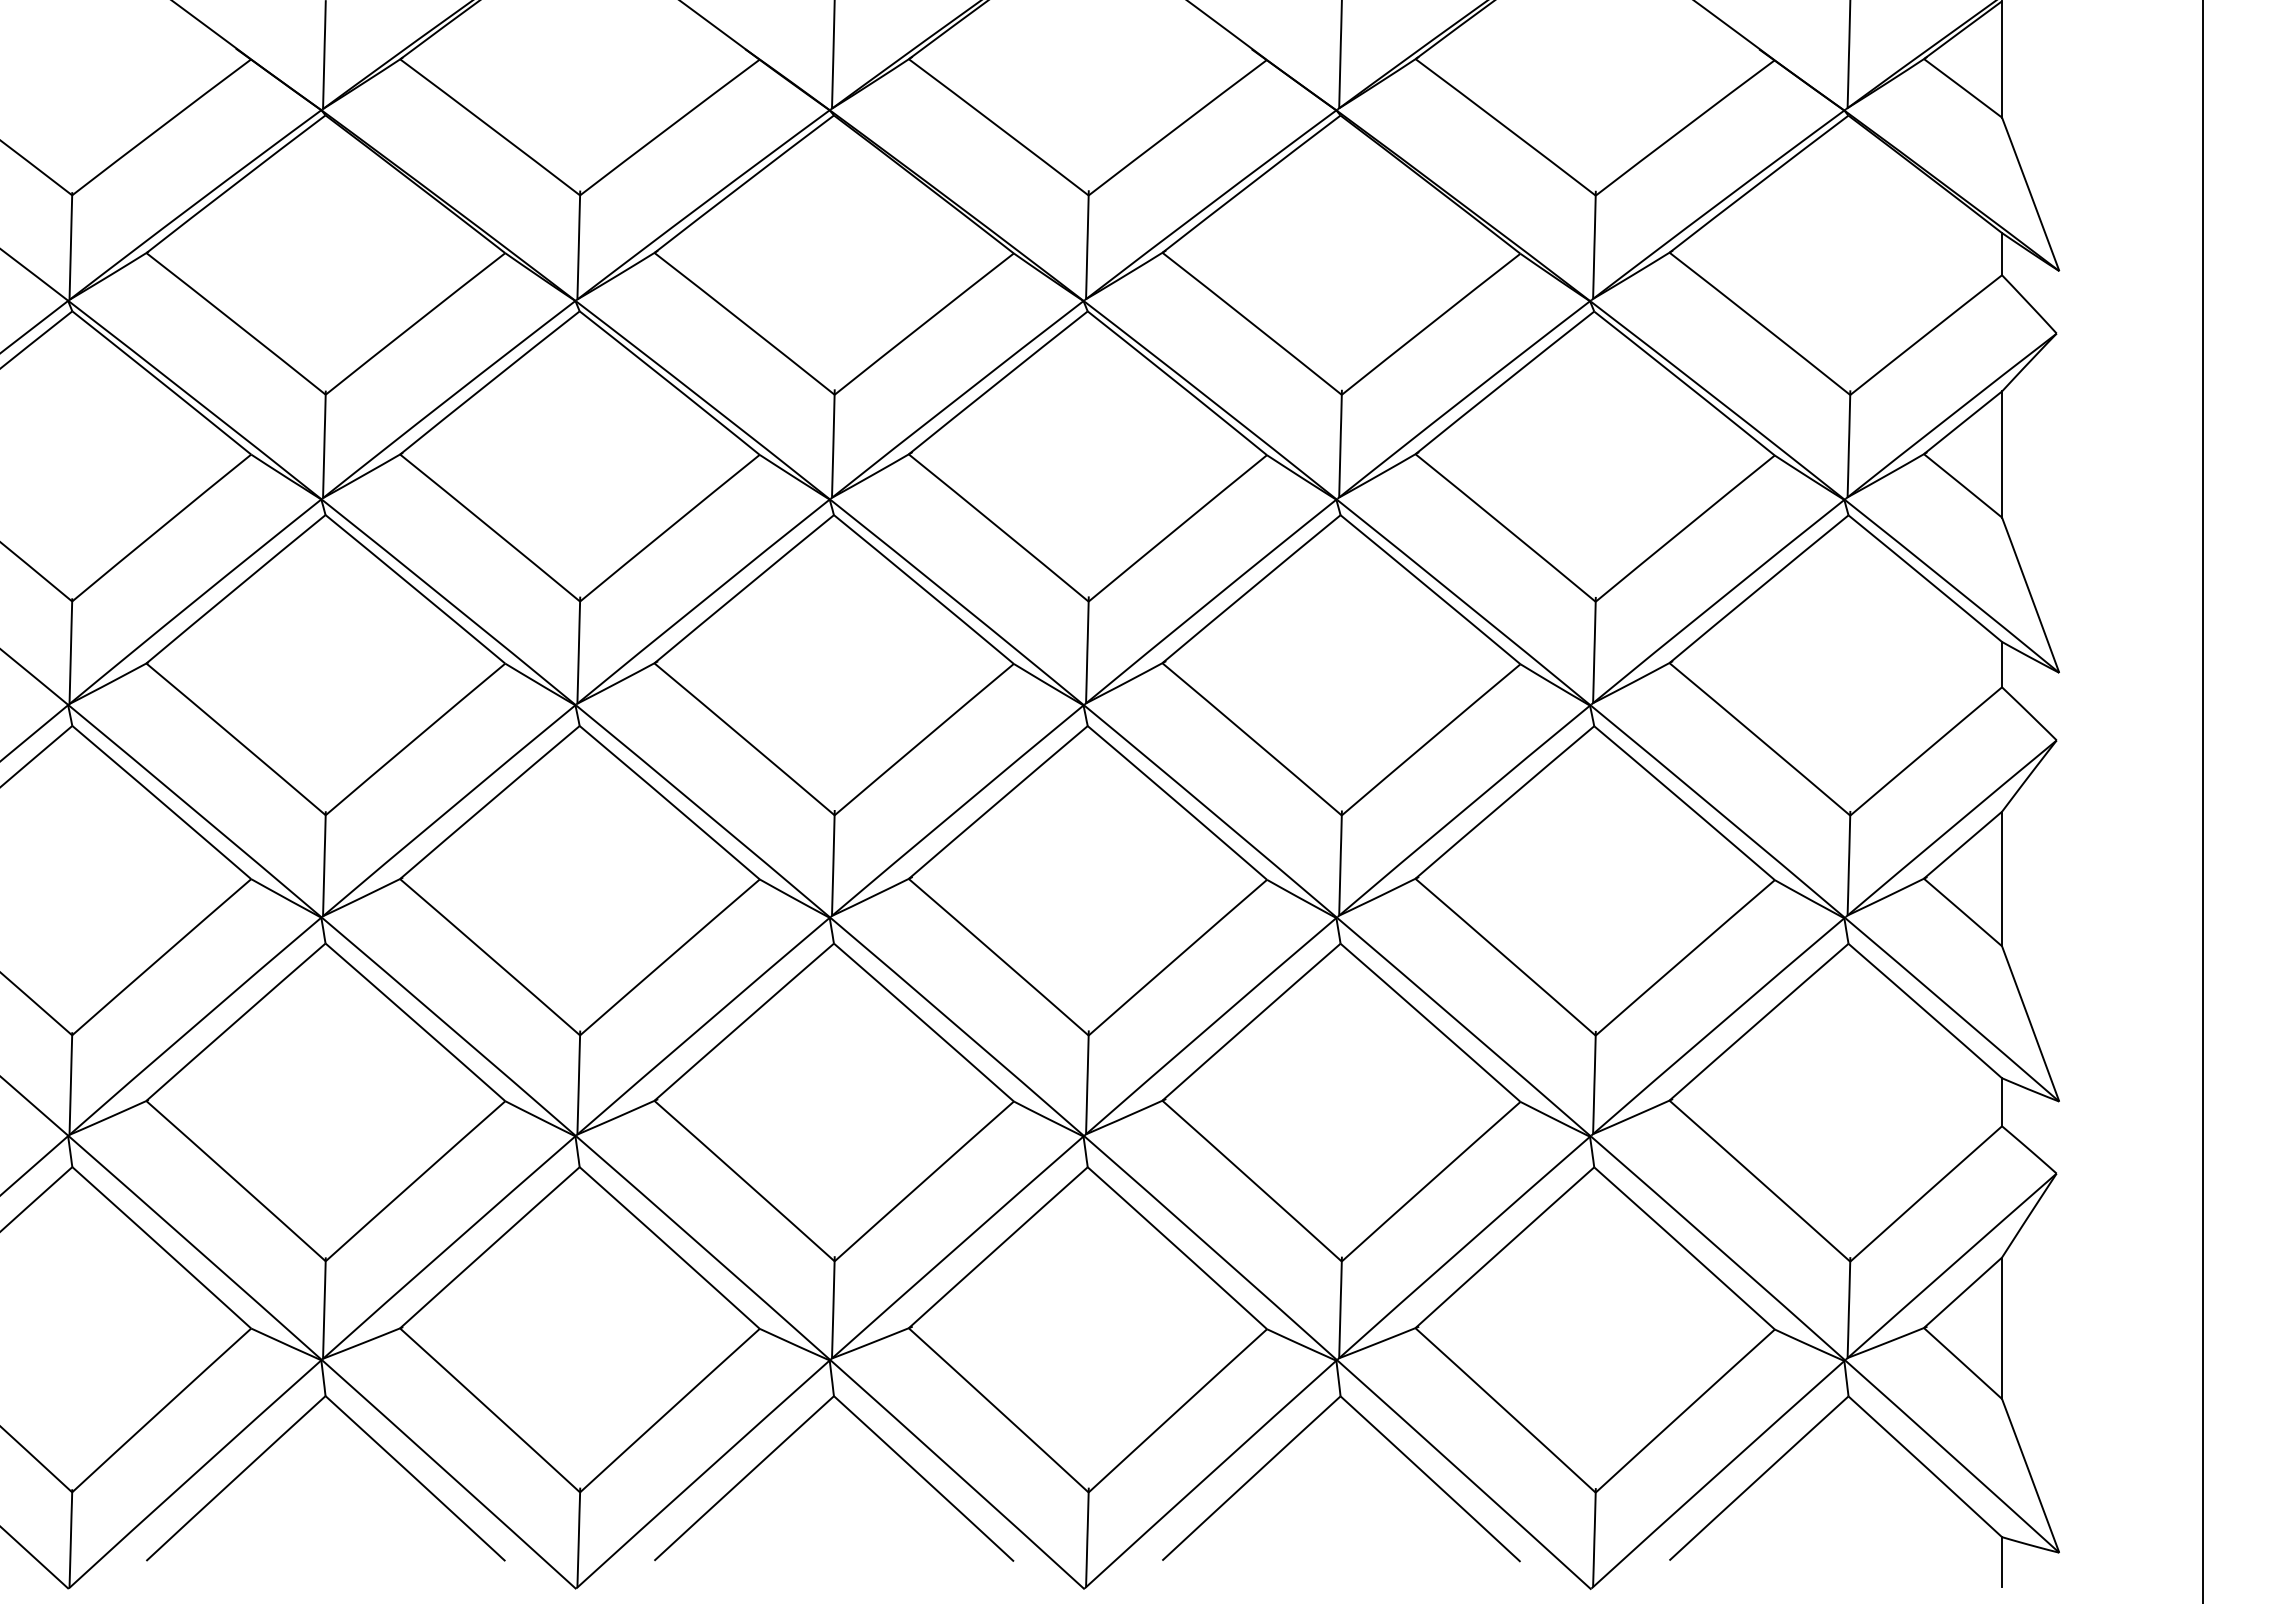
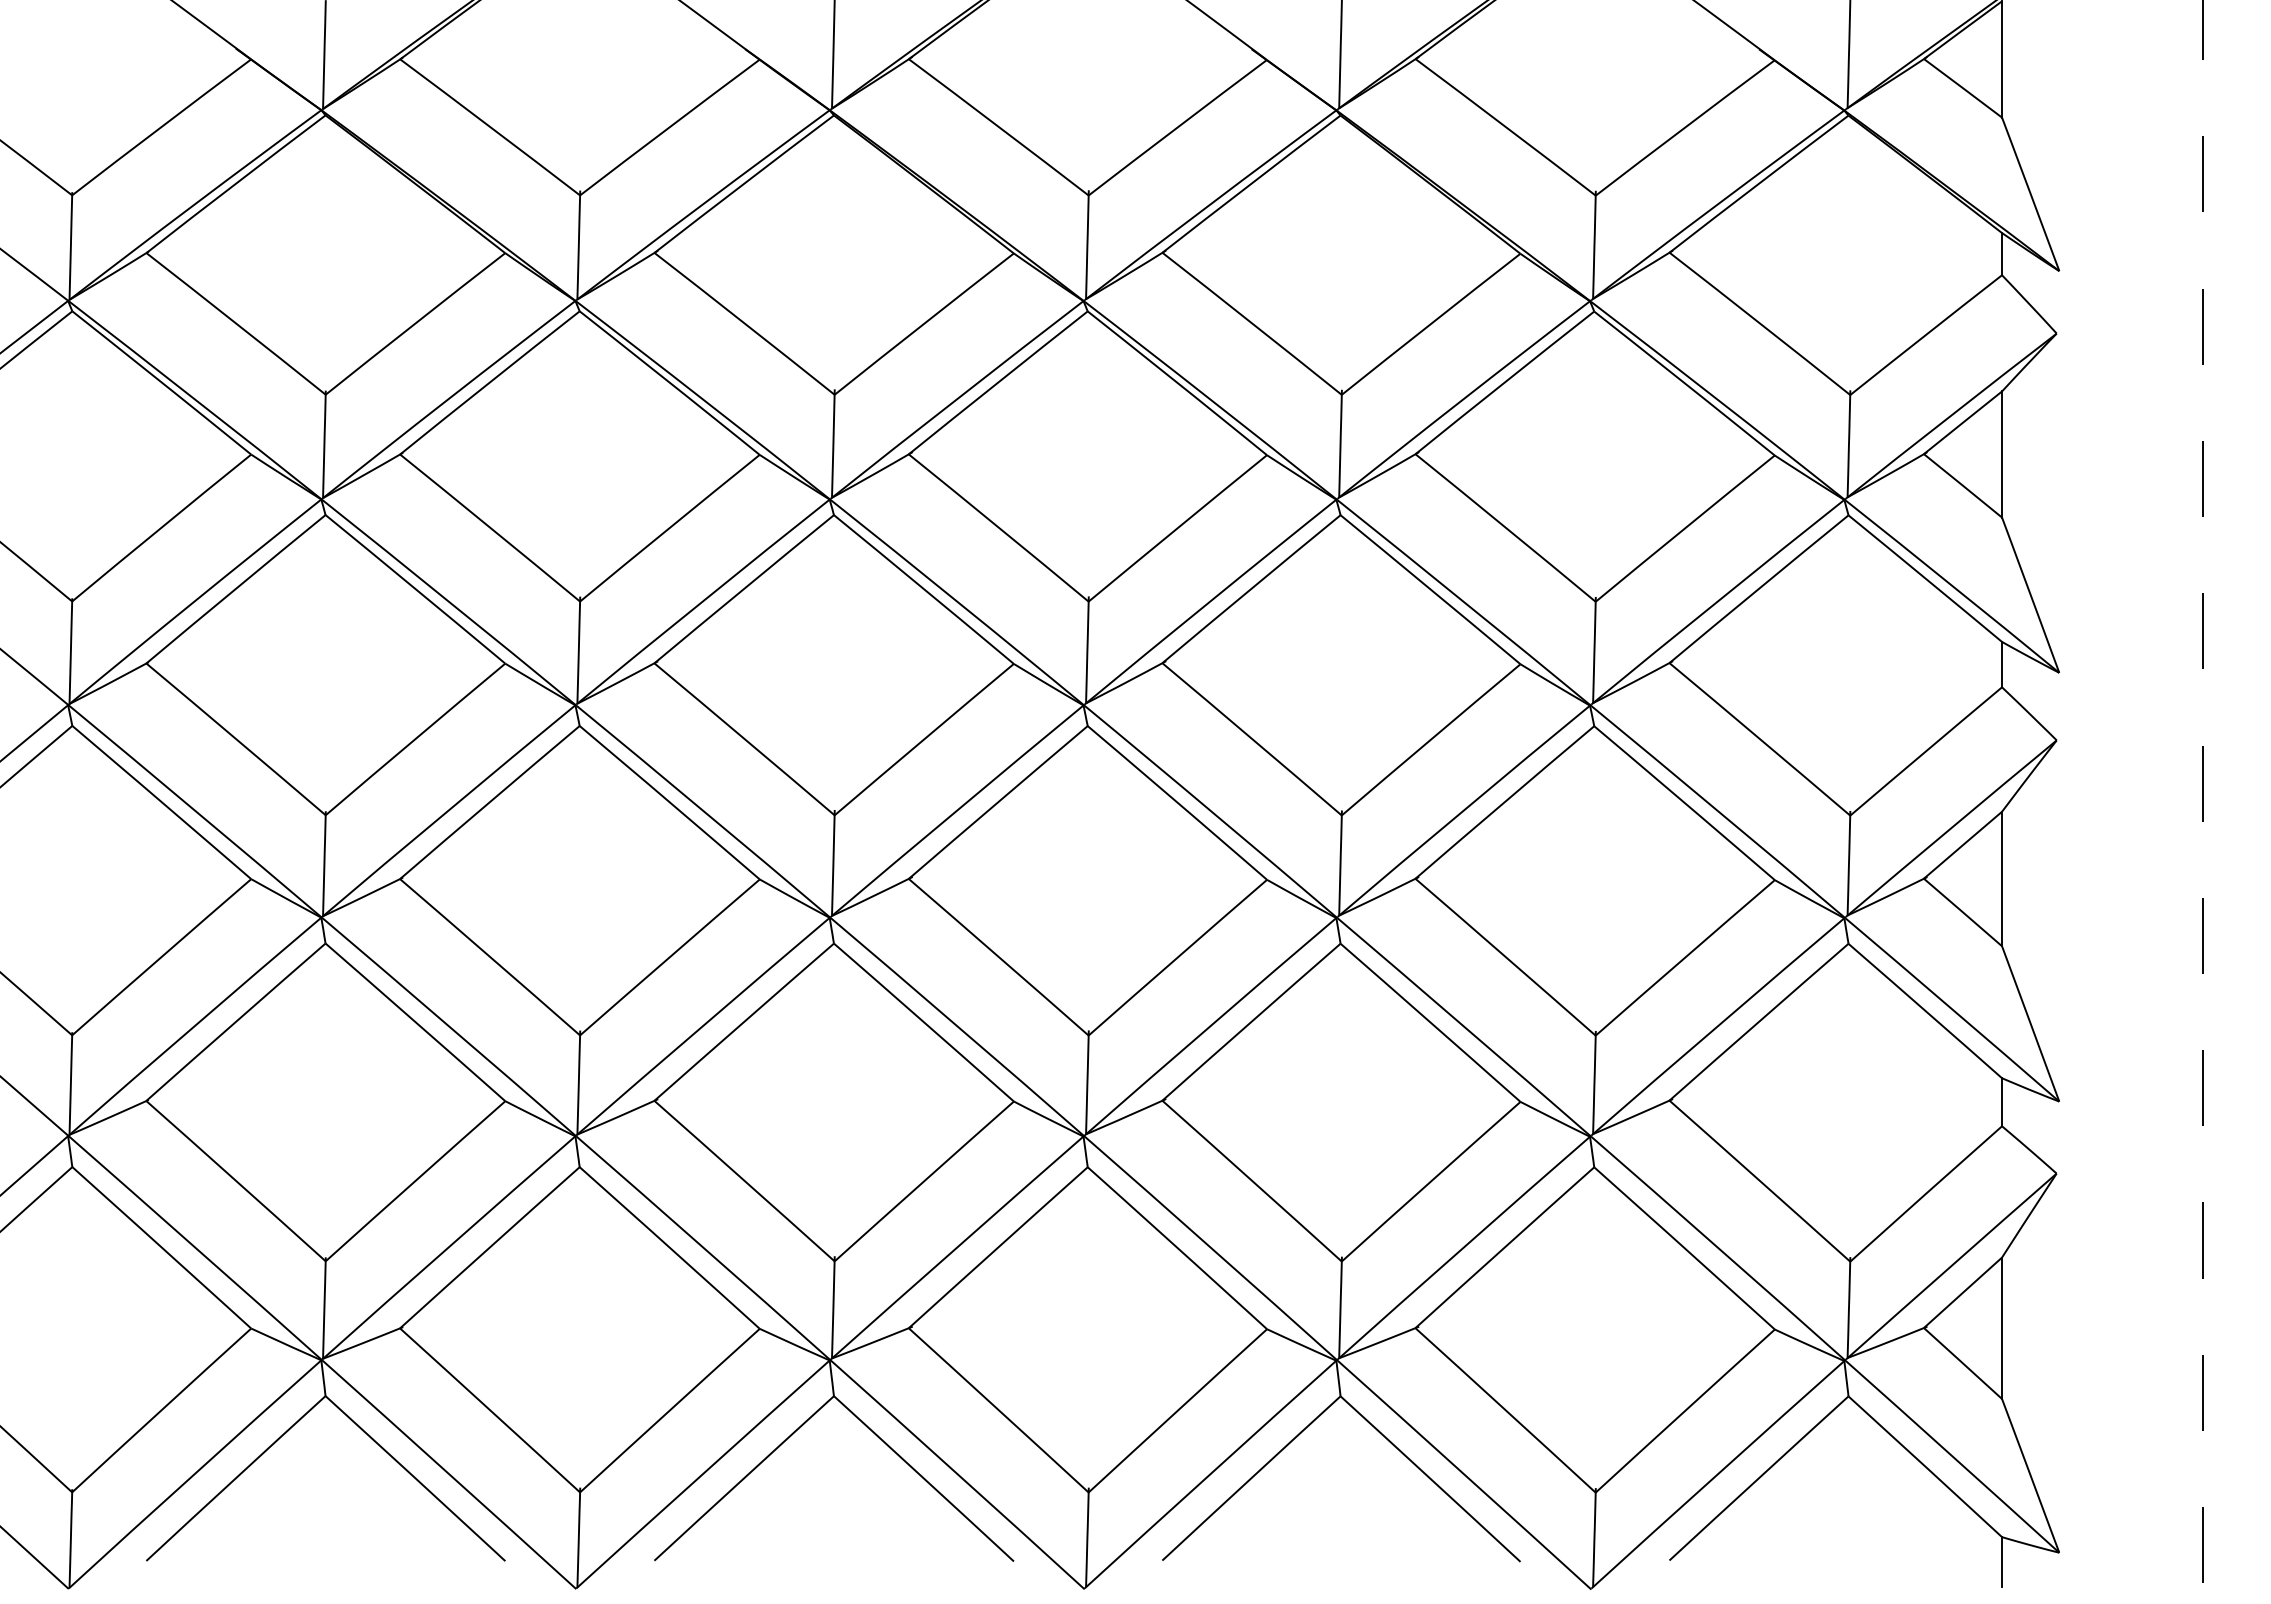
line at (2202, 802): solid -> dashed
